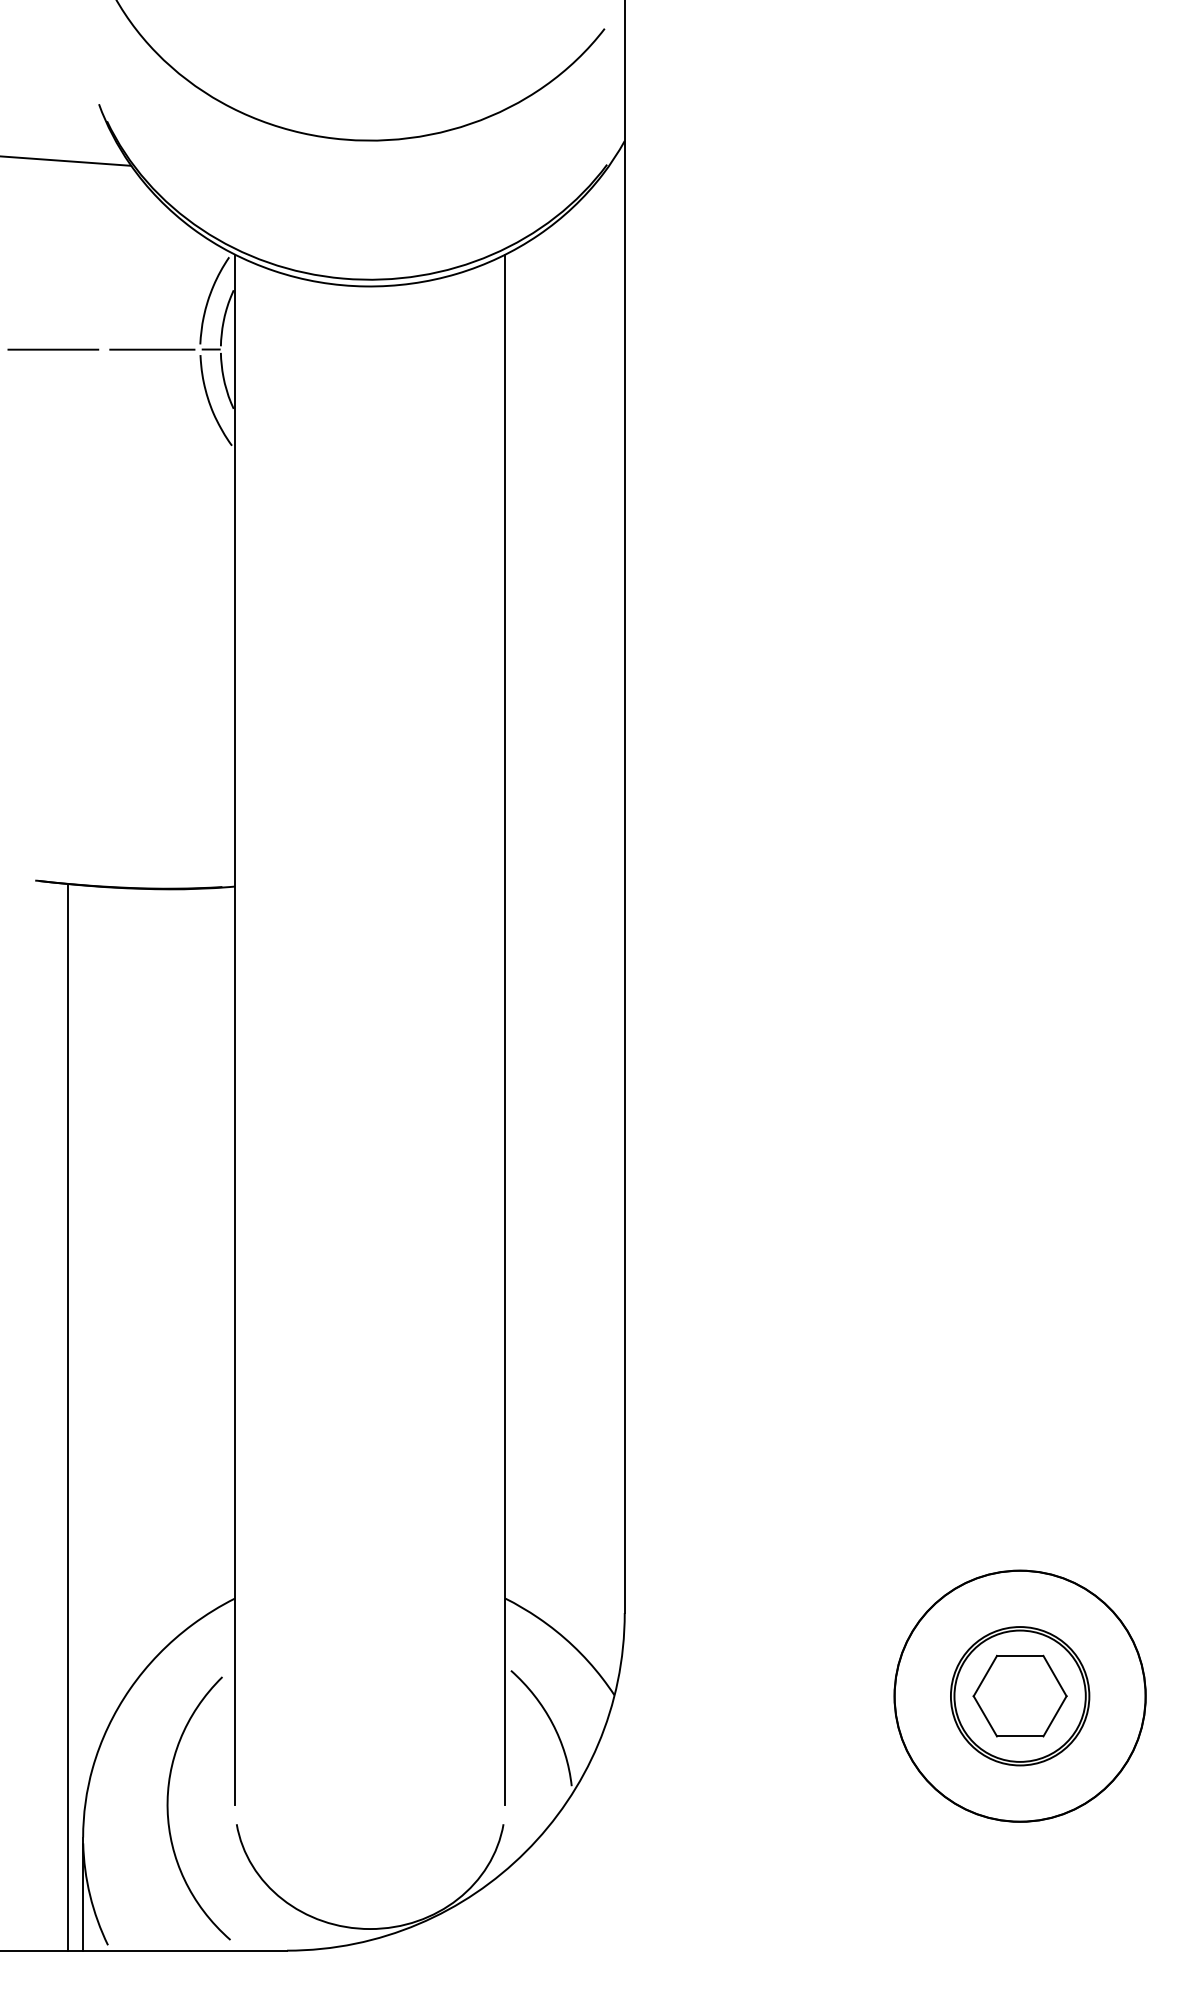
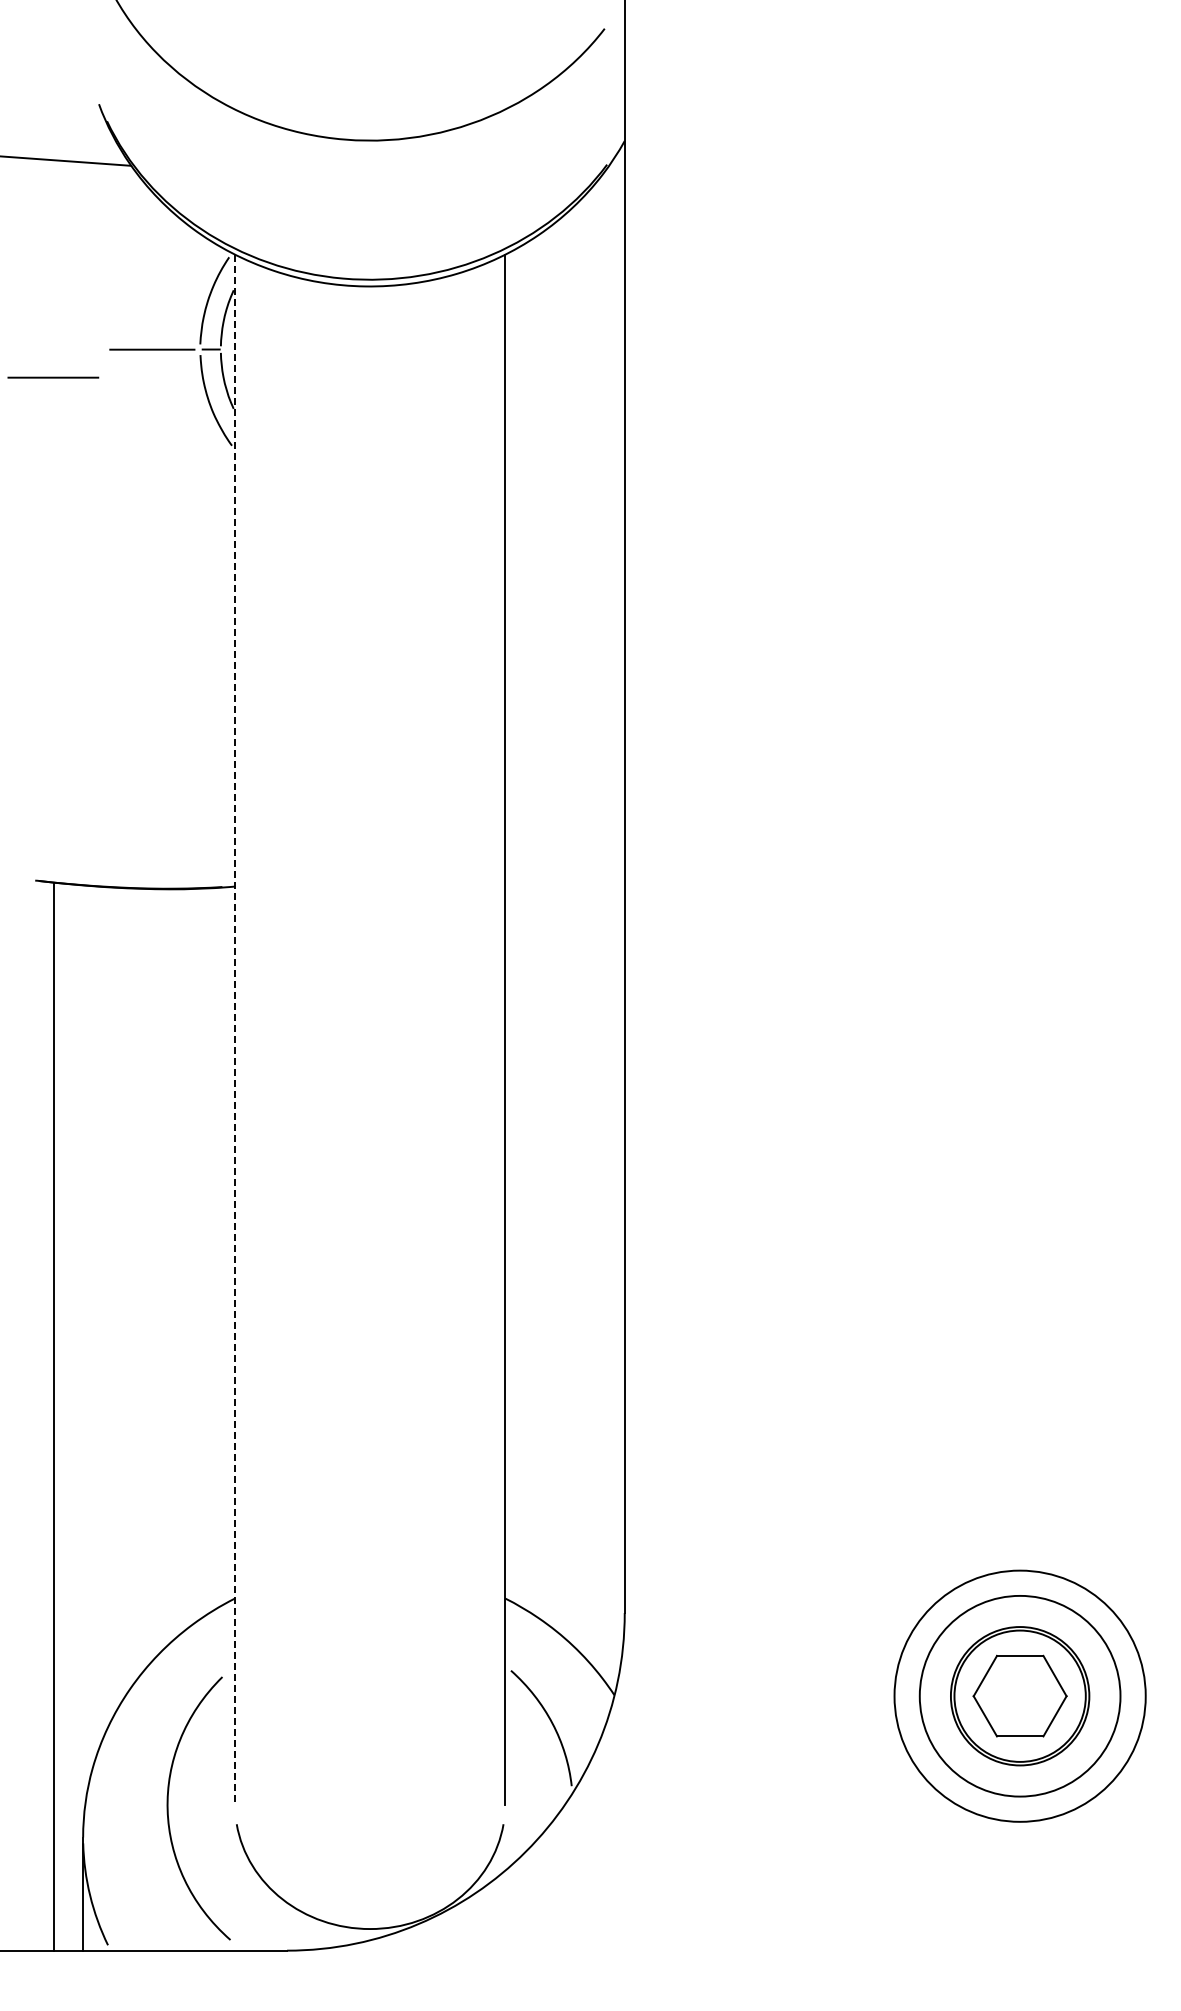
line at (53, 349) position: (53, 349) -> (53, 377)
line at (235, 1030): solid -> dashed
line at (67, 1417) position: (67, 1417) -> (53, 1417)
circle at (1019, 1695) diameter: 251 px -> 201 px
